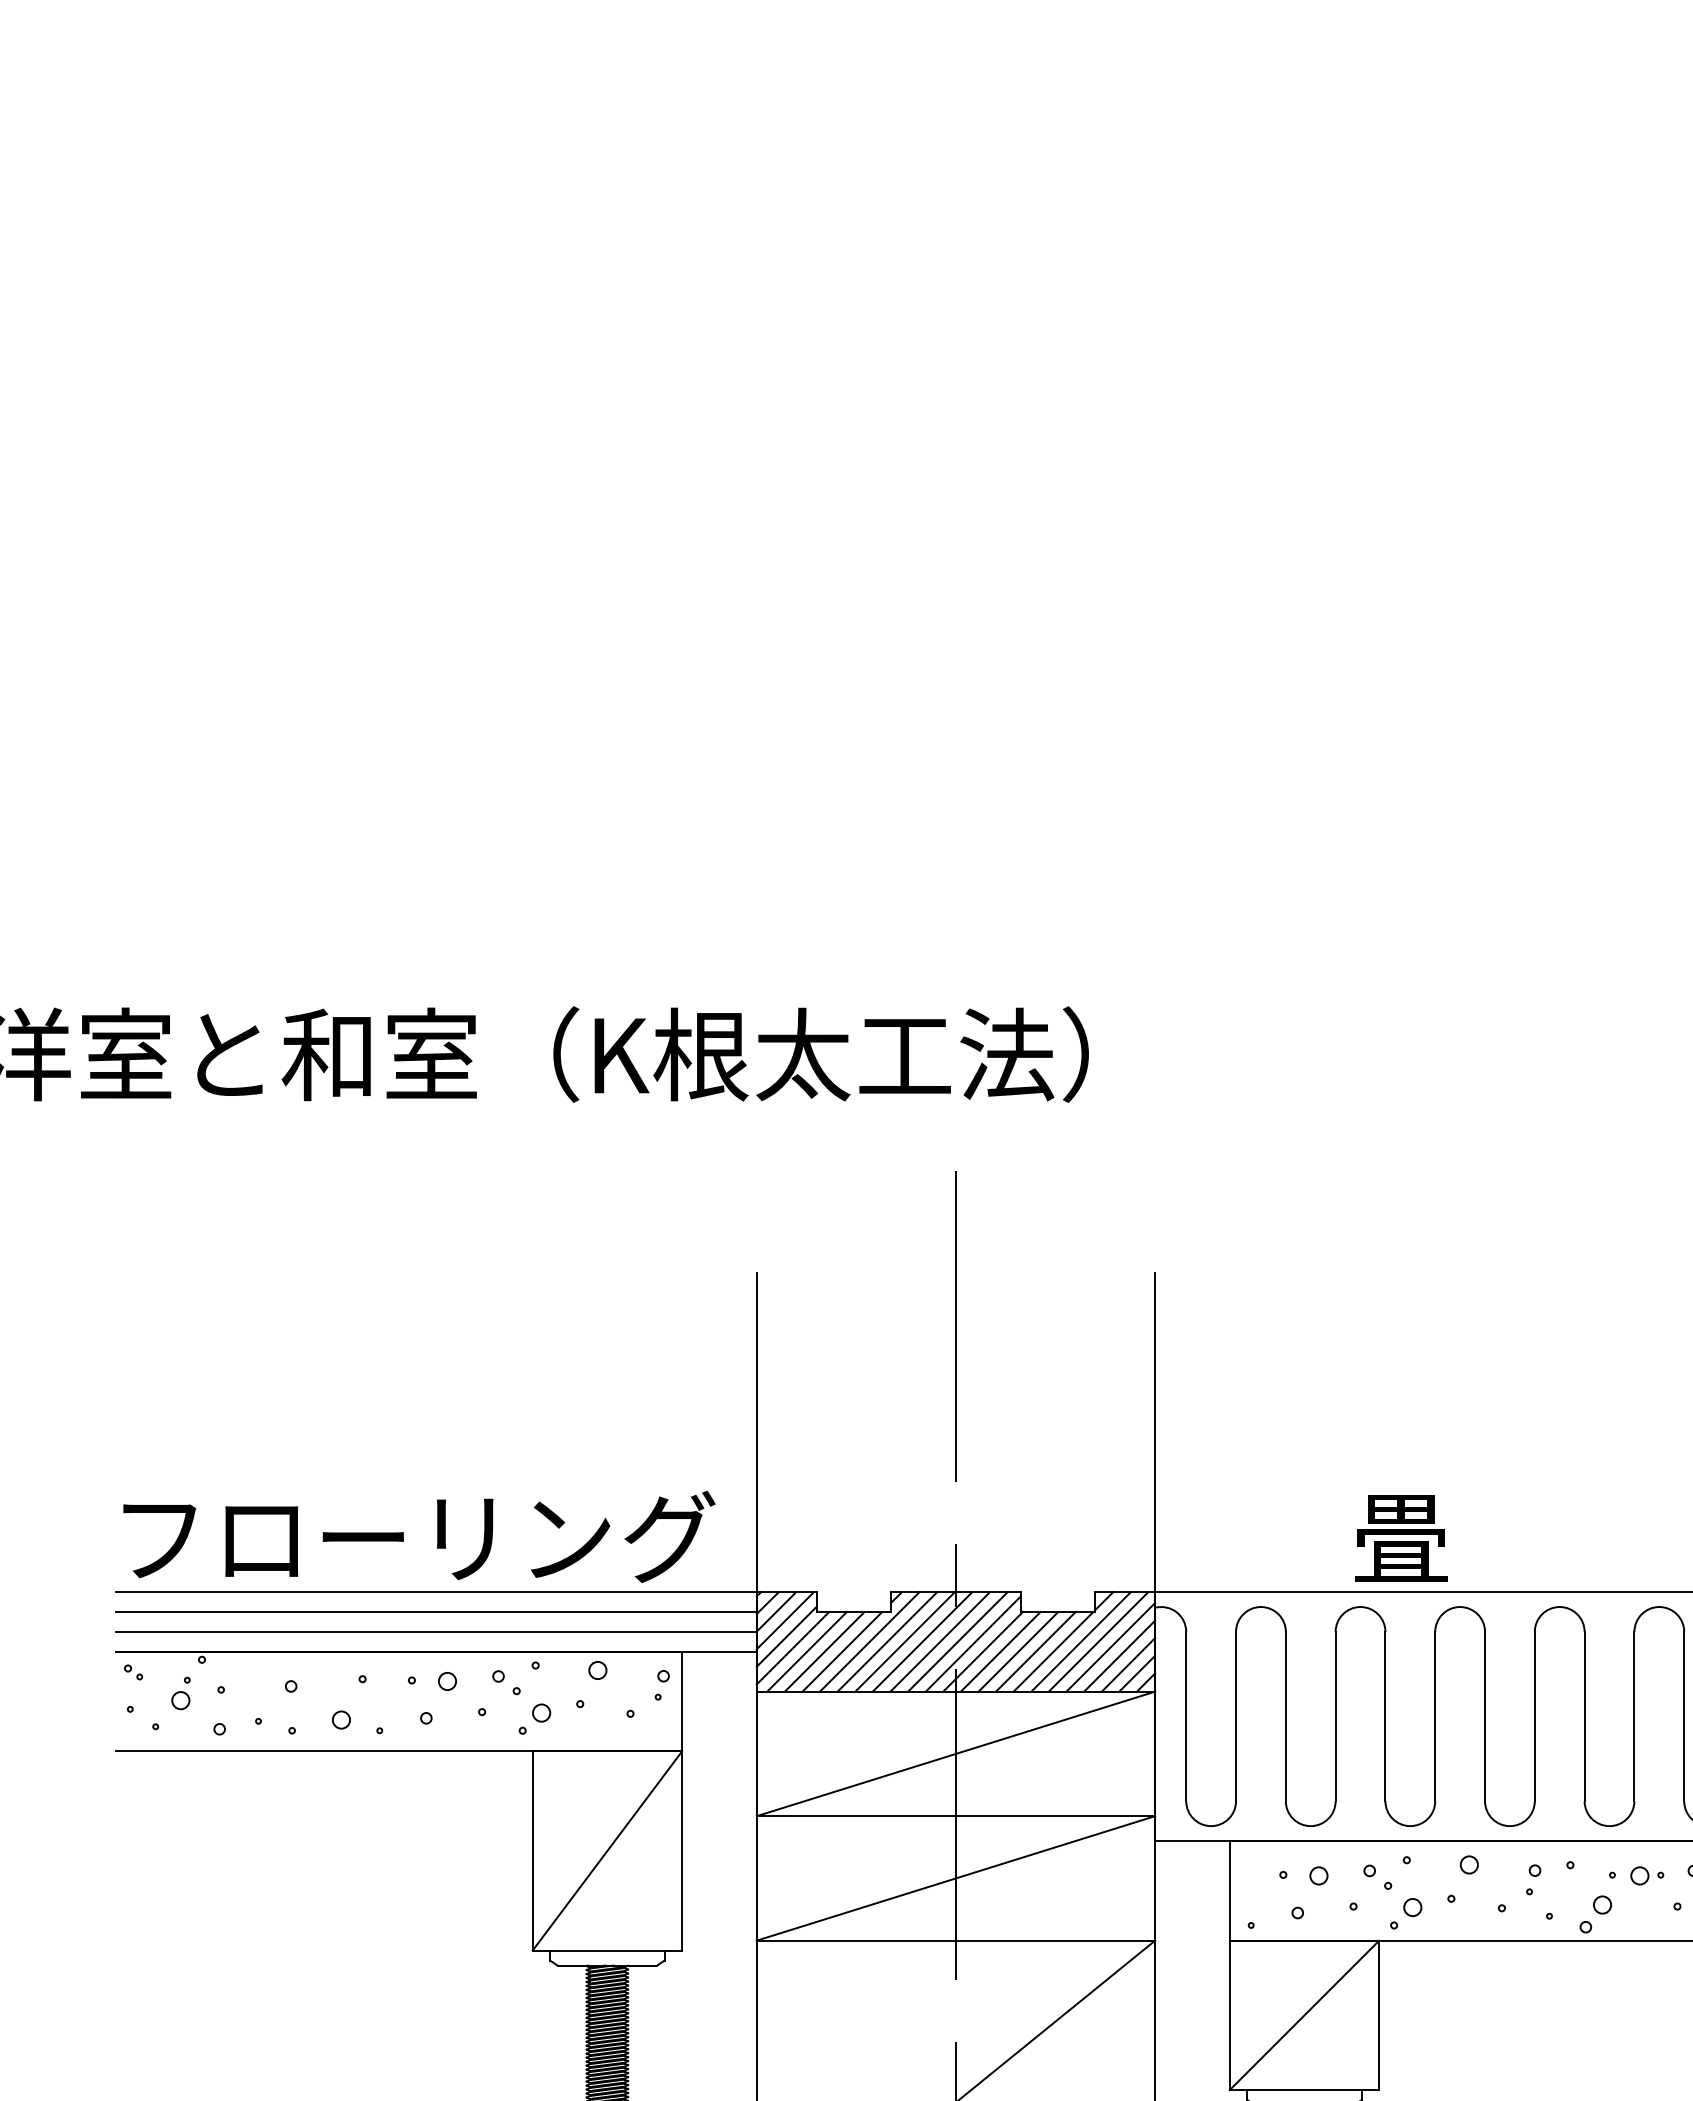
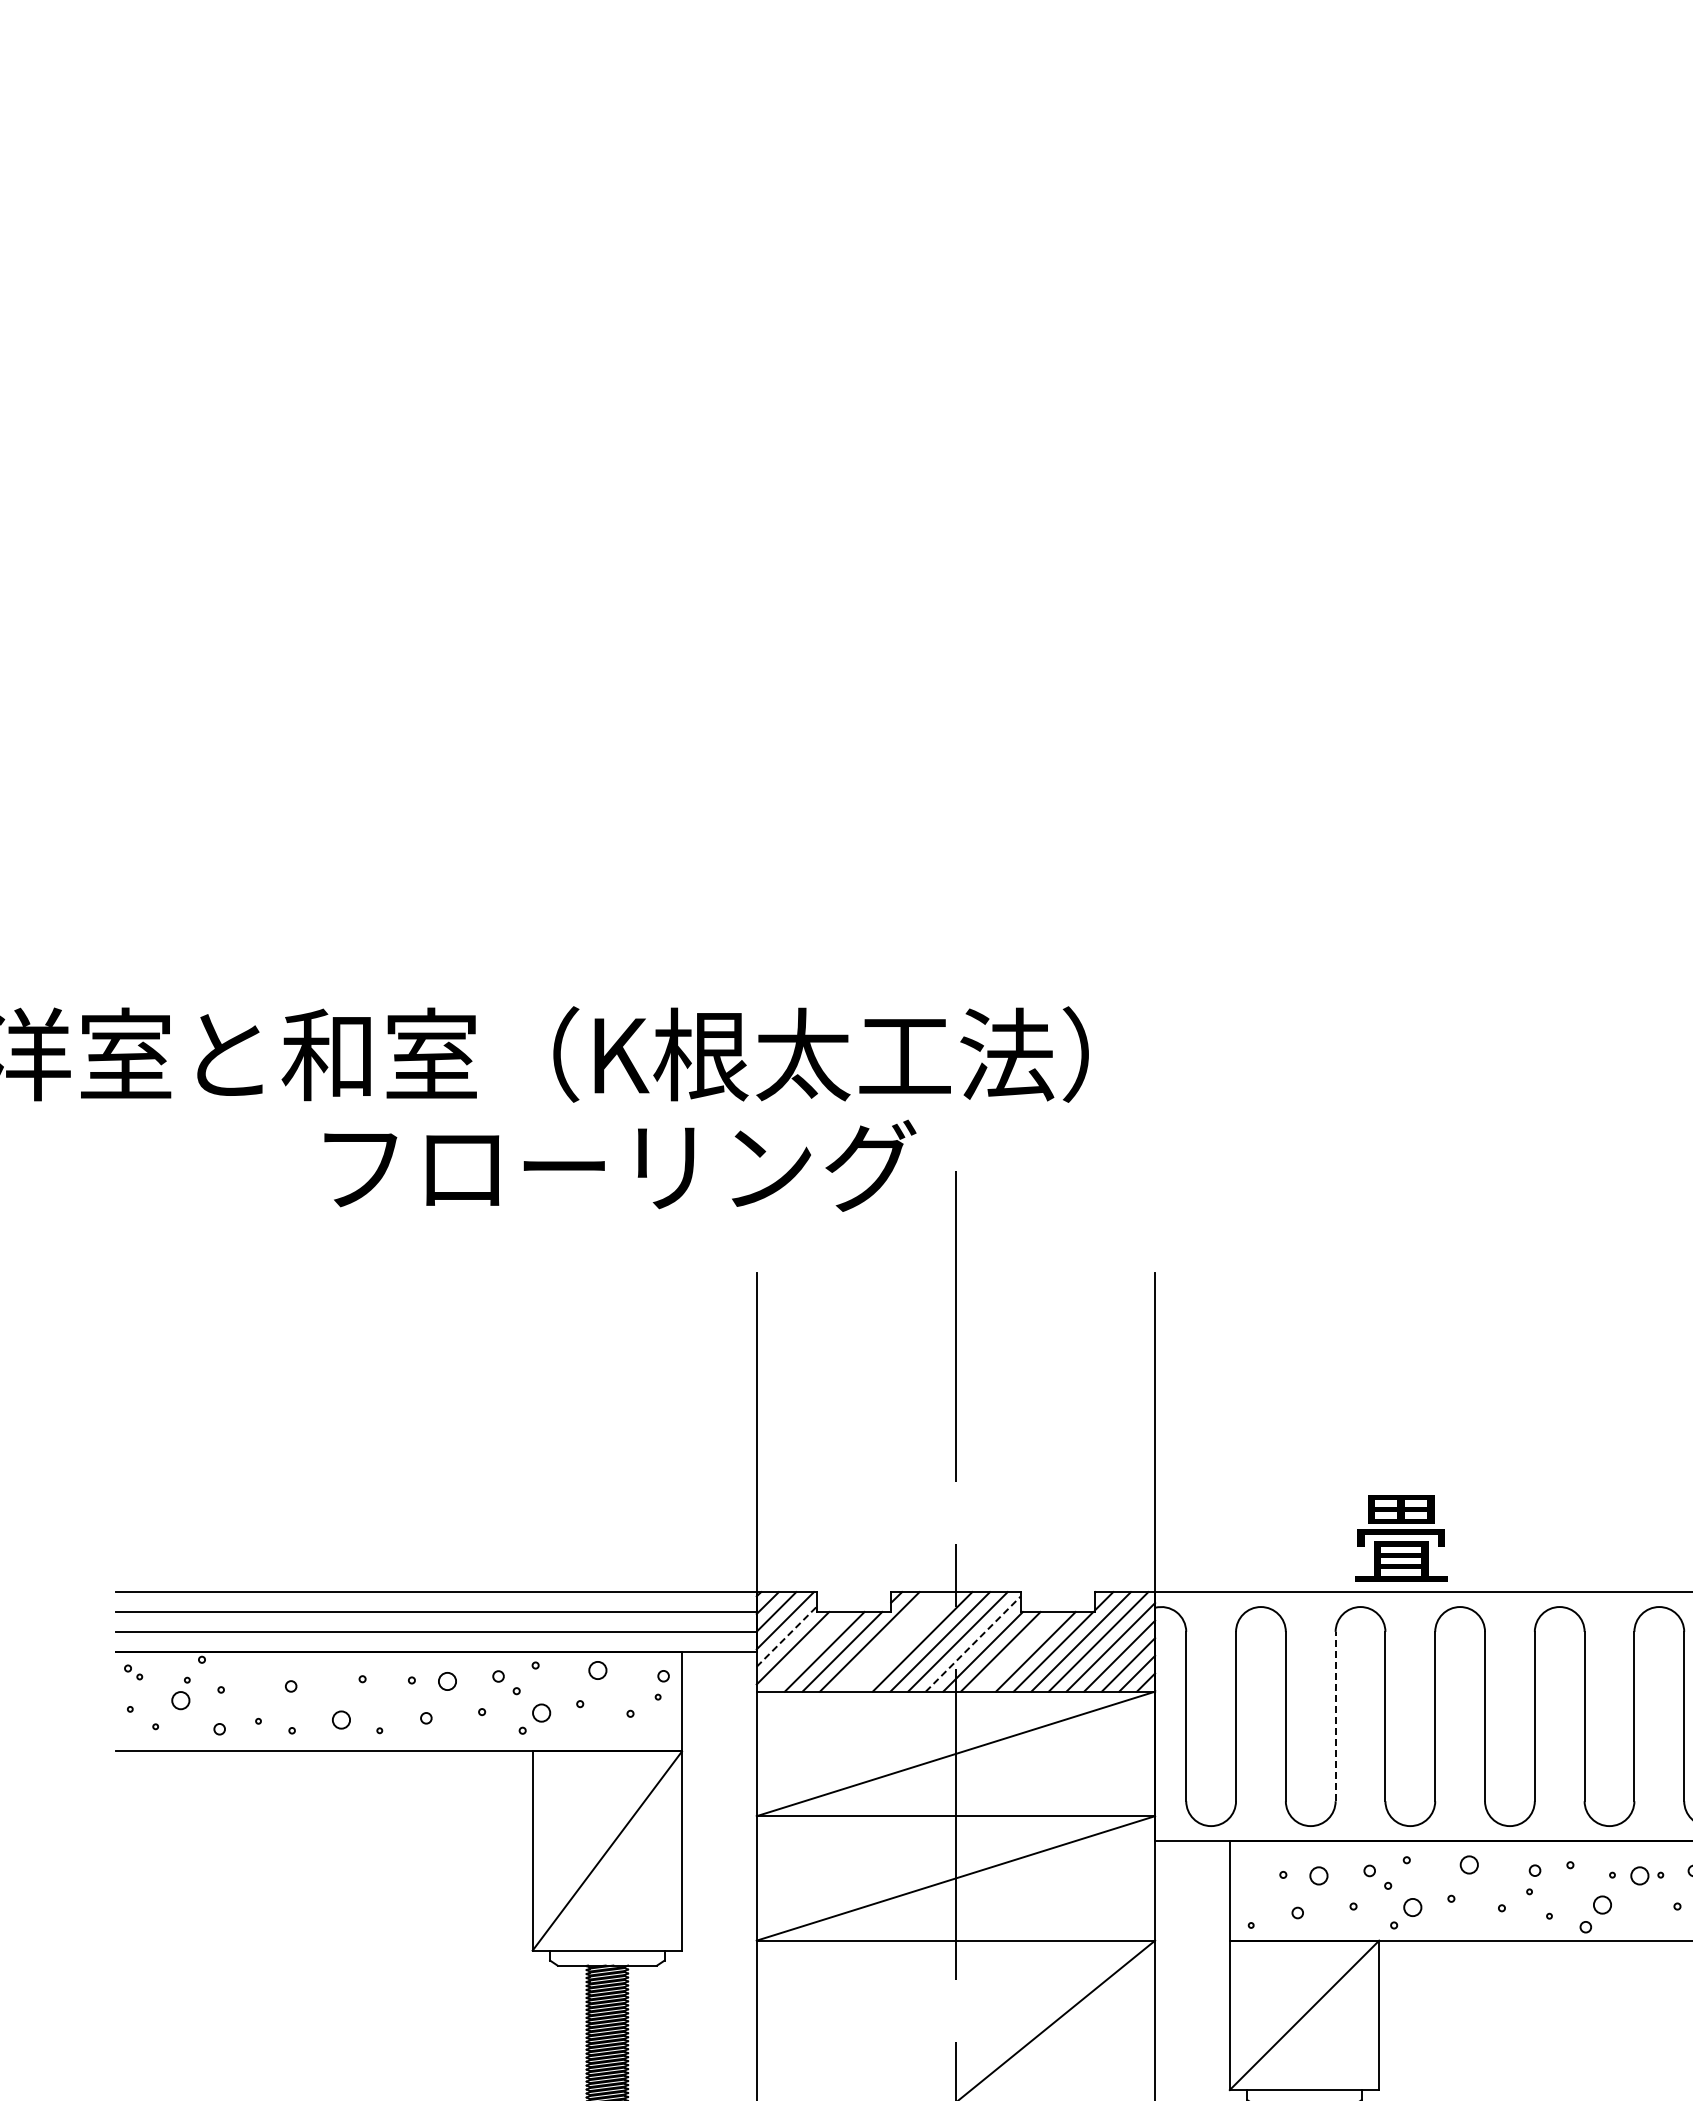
text at (419, 1536) position: (419, 1536) -> (620, 1165)
line at (786, 1636): solid -> dashed
line at (887, 1641): present -> none
line at (904, 1641): present -> none
line at (973, 1643): solid -> dashed
line at (806, 1651): present -> none
line at (1018, 1651): present -> none
line at (1335, 1716): solid -> dashed
